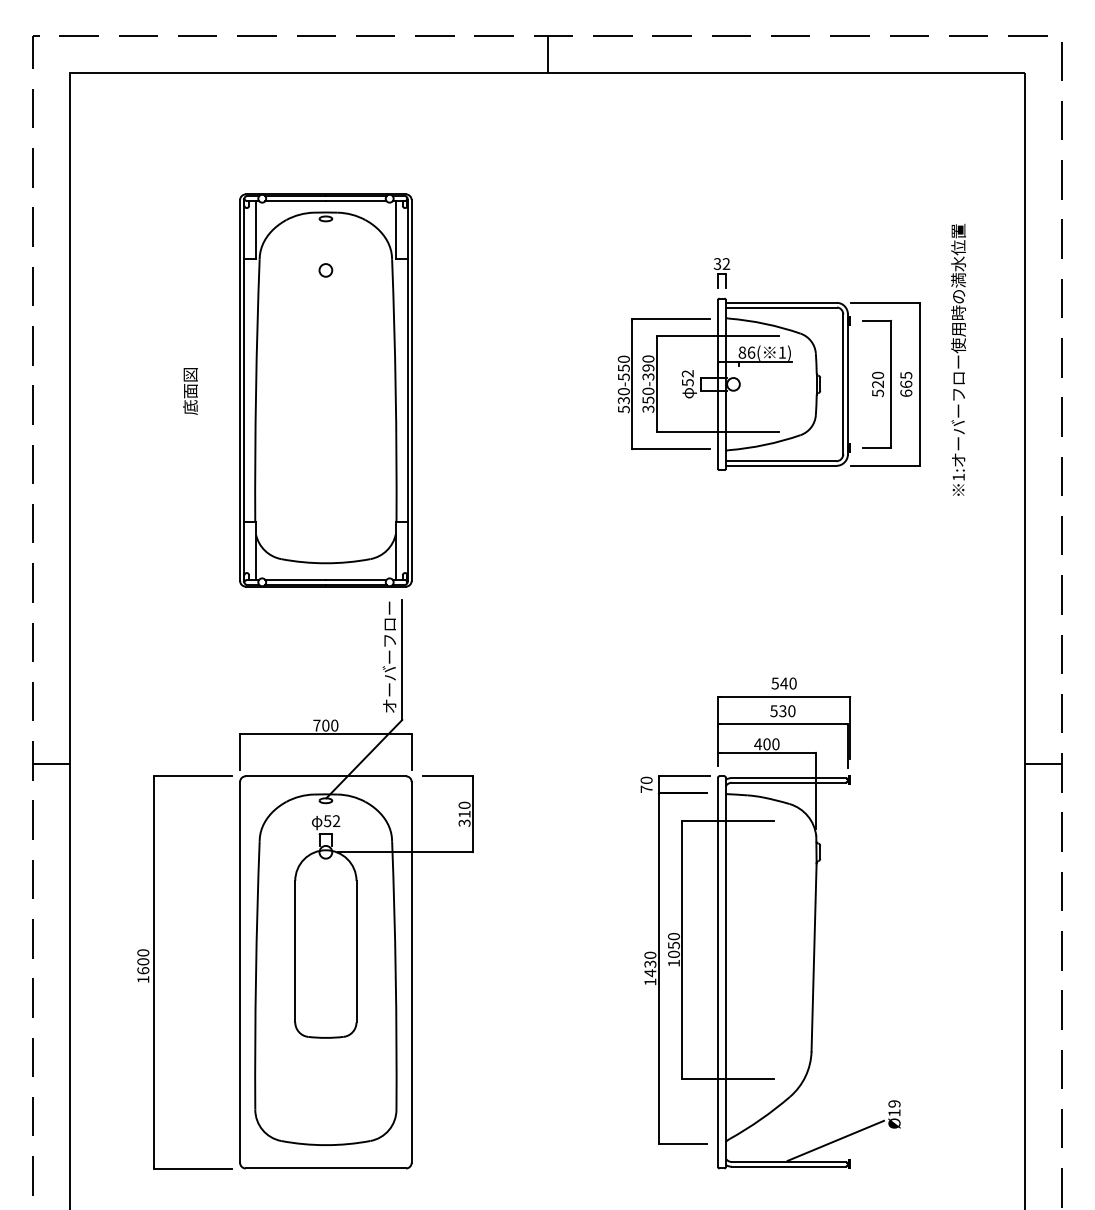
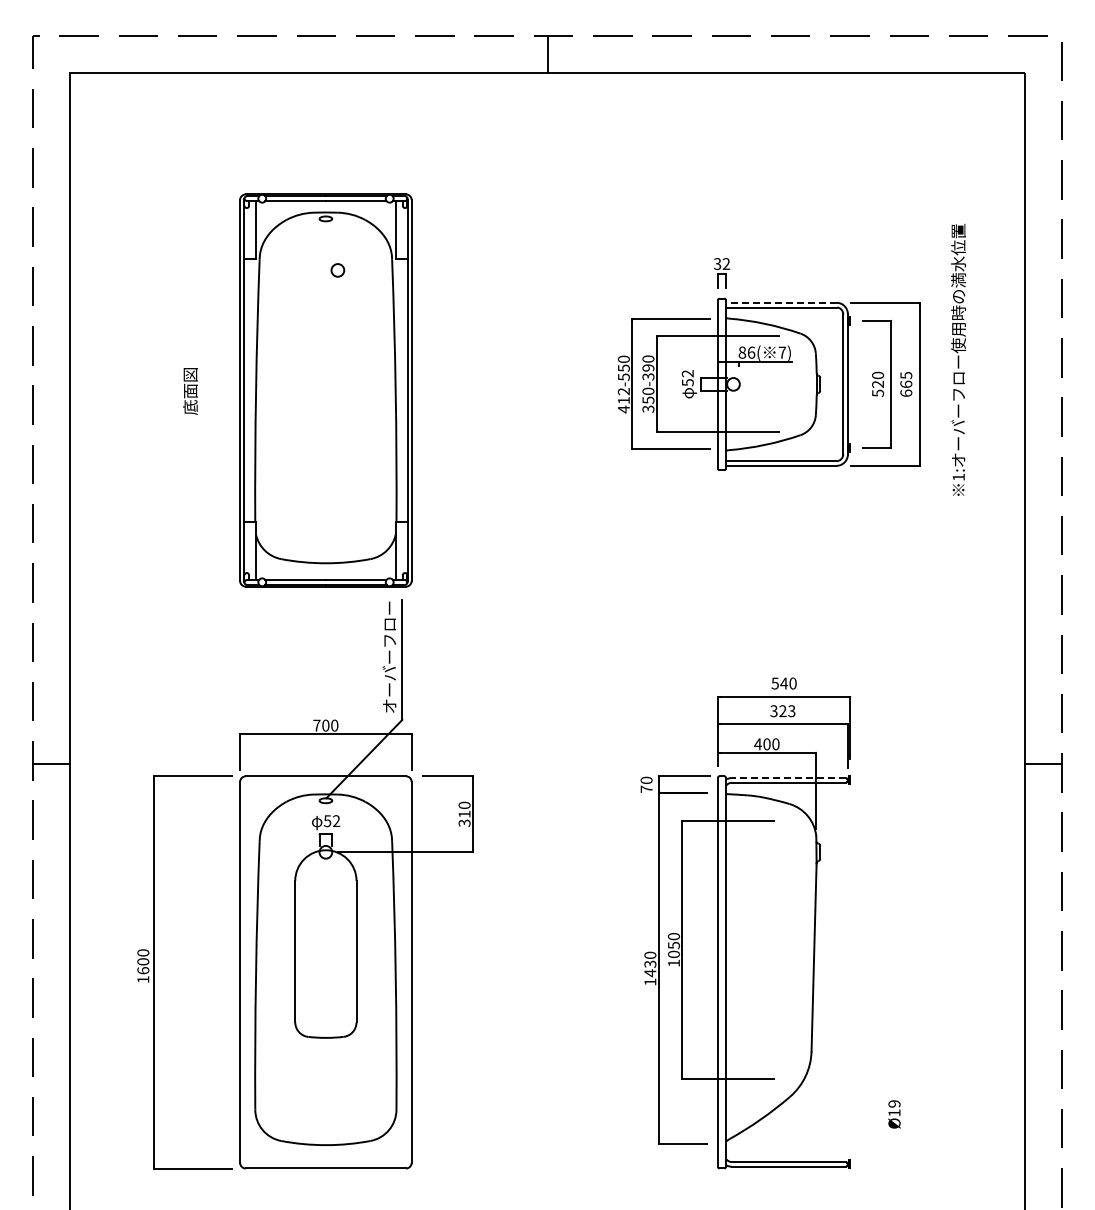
circle at (325, 270) position: (325, 270) -> (337, 270)
line at (781, 302): solid -> dashed
text at (782, 352): 1) -> 7)
text at (623, 400): 530-550 -> 412-550
text at (782, 711): 530 -> 323
line at (788, 778): solid -> dashed
line at (835, 1140): present -> none
